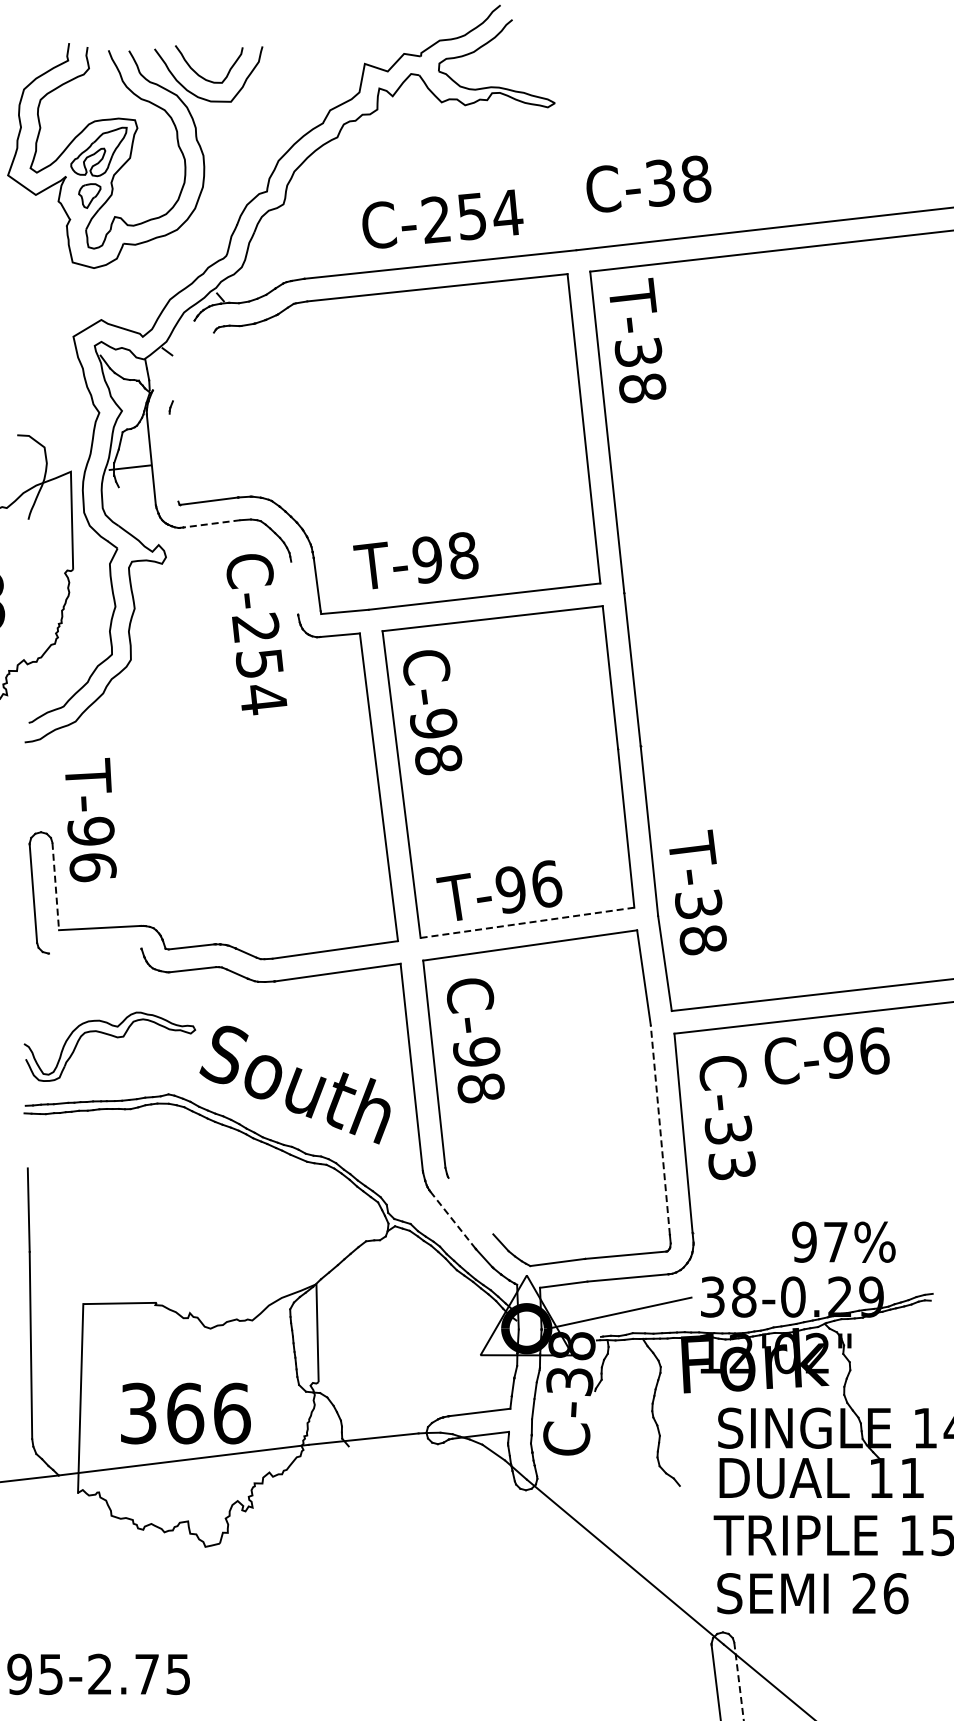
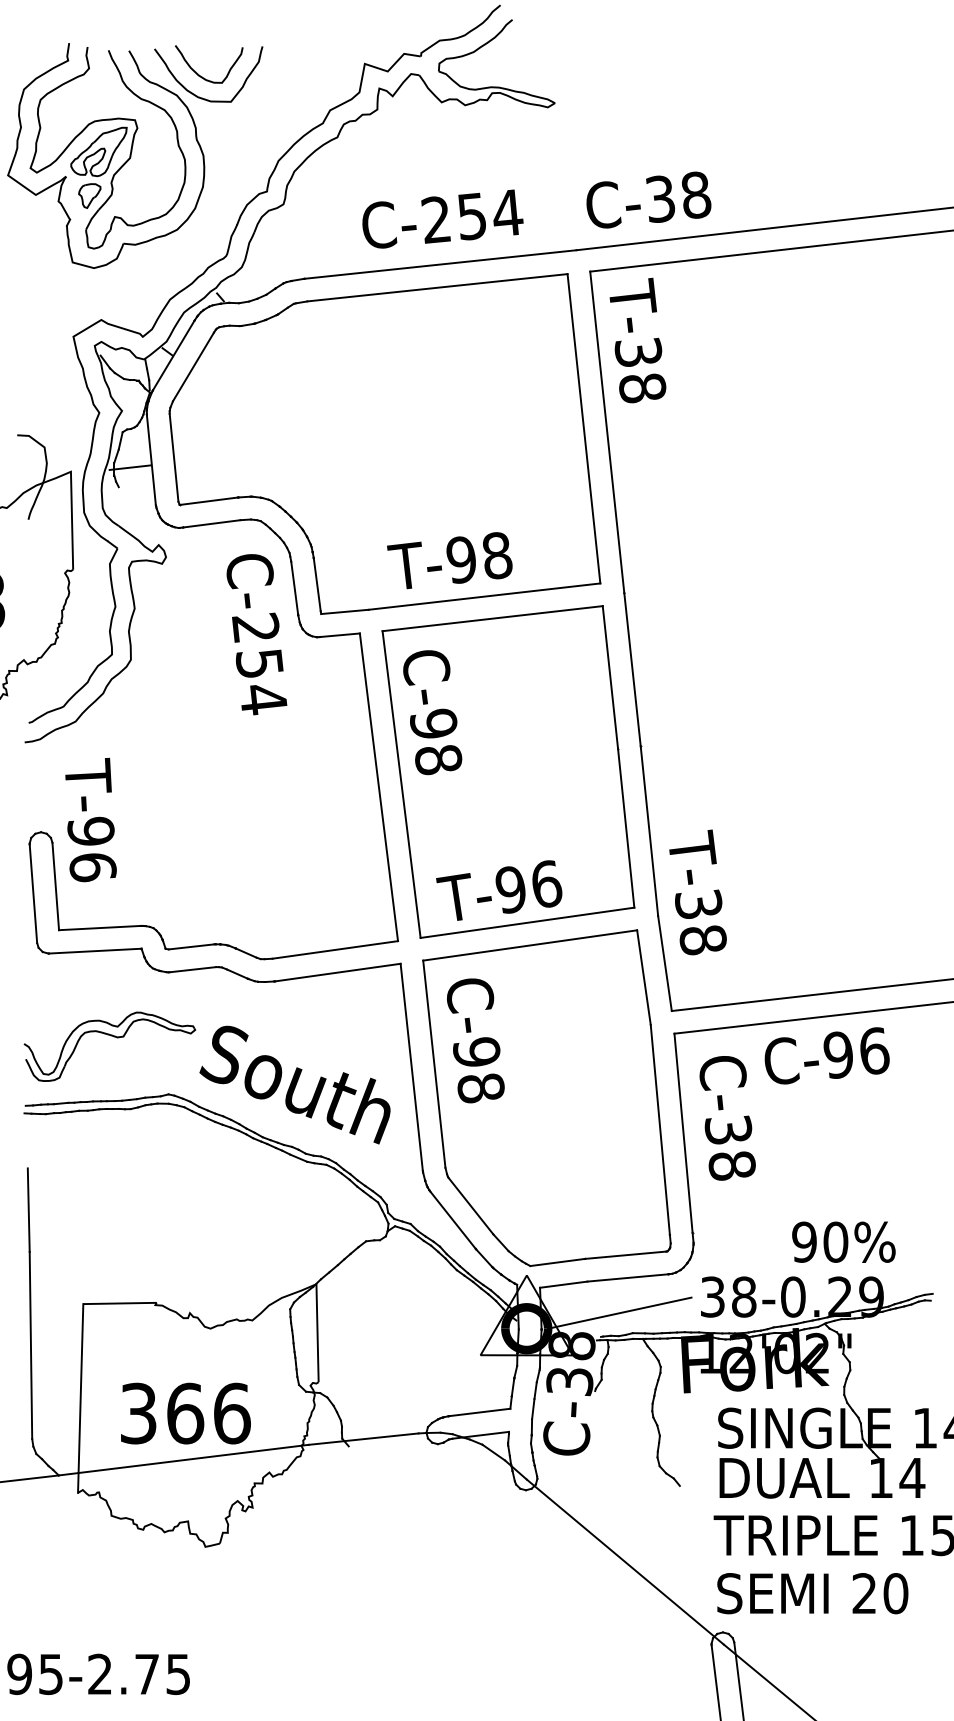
text at (648, 183) position: (648, 183) -> (648, 199)
line at (173, 355): none -> present
line at (192, 366): none -> present
line at (173, 457): none -> present
line at (211, 523): dashed -> solid
text at (415, 560) position: (415, 560) -> (449, 560)
line at (294, 587): none -> present
line at (55, 886): dashed -> solid
line at (527, 922): dashed -> solid
line at (95, 950): none -> present
line at (660, 1129): dashed -> solid
text at (731, 1165): C-33 -> C-38
line at (470, 1205): none -> present
line at (452, 1220): dashed -> solid
text at (835, 1241): 97% -> 90%
text at (912, 1477): 11 -> 14
text at (895, 1593): 26 -> 20
line at (739, 1682): dashed -> solid
